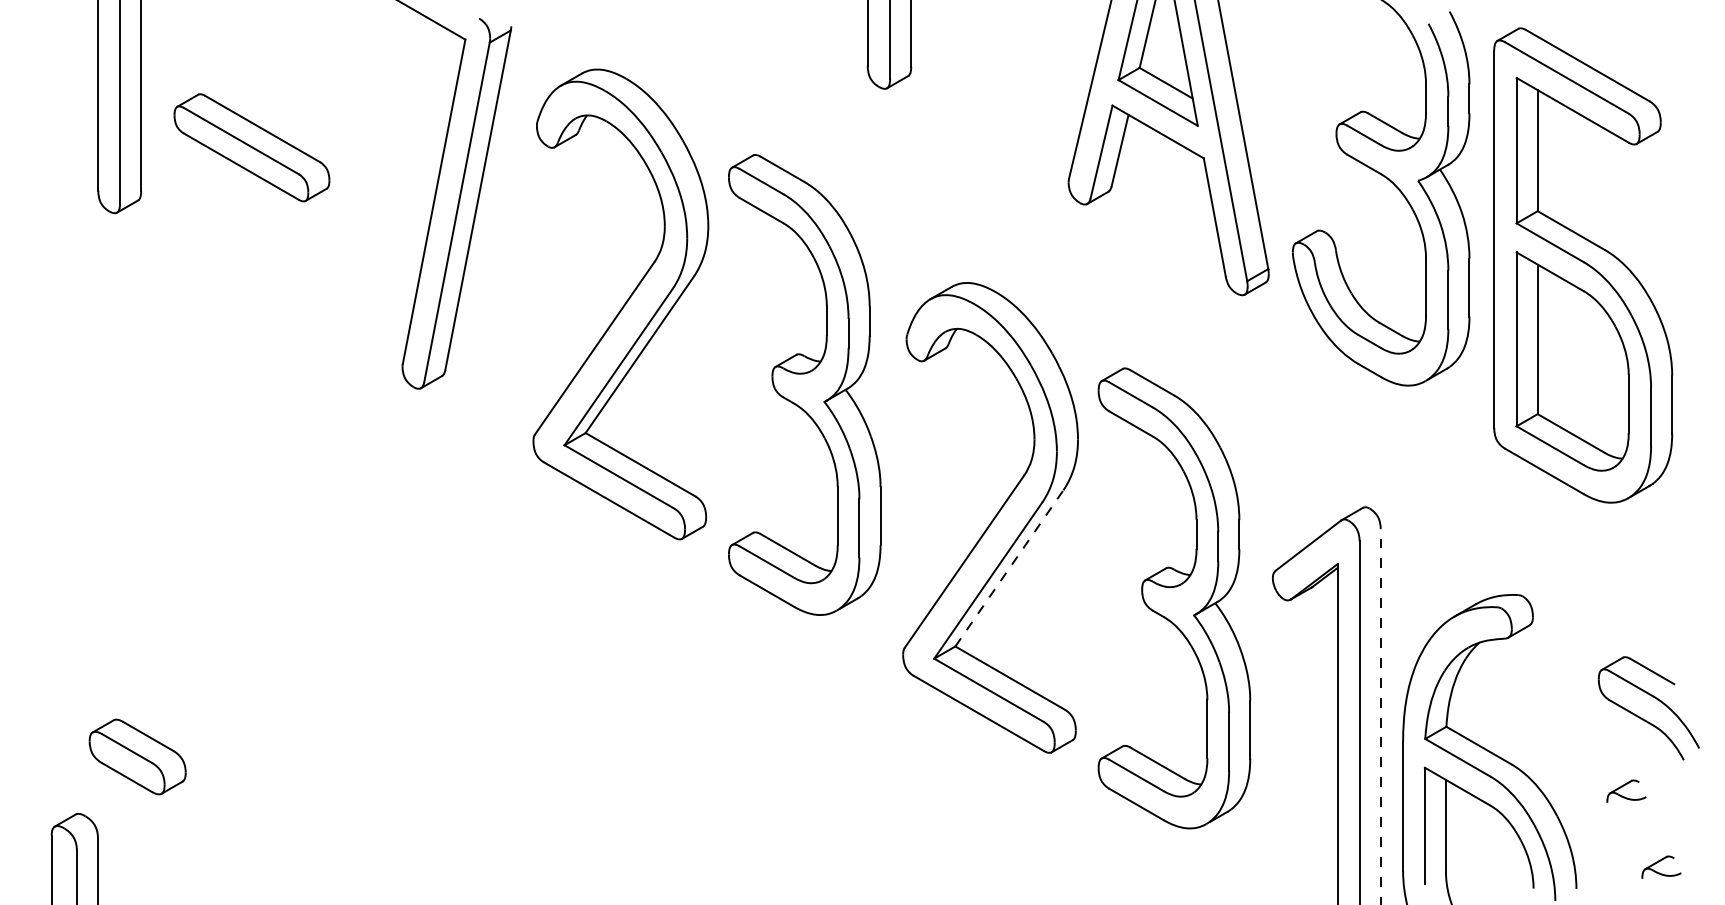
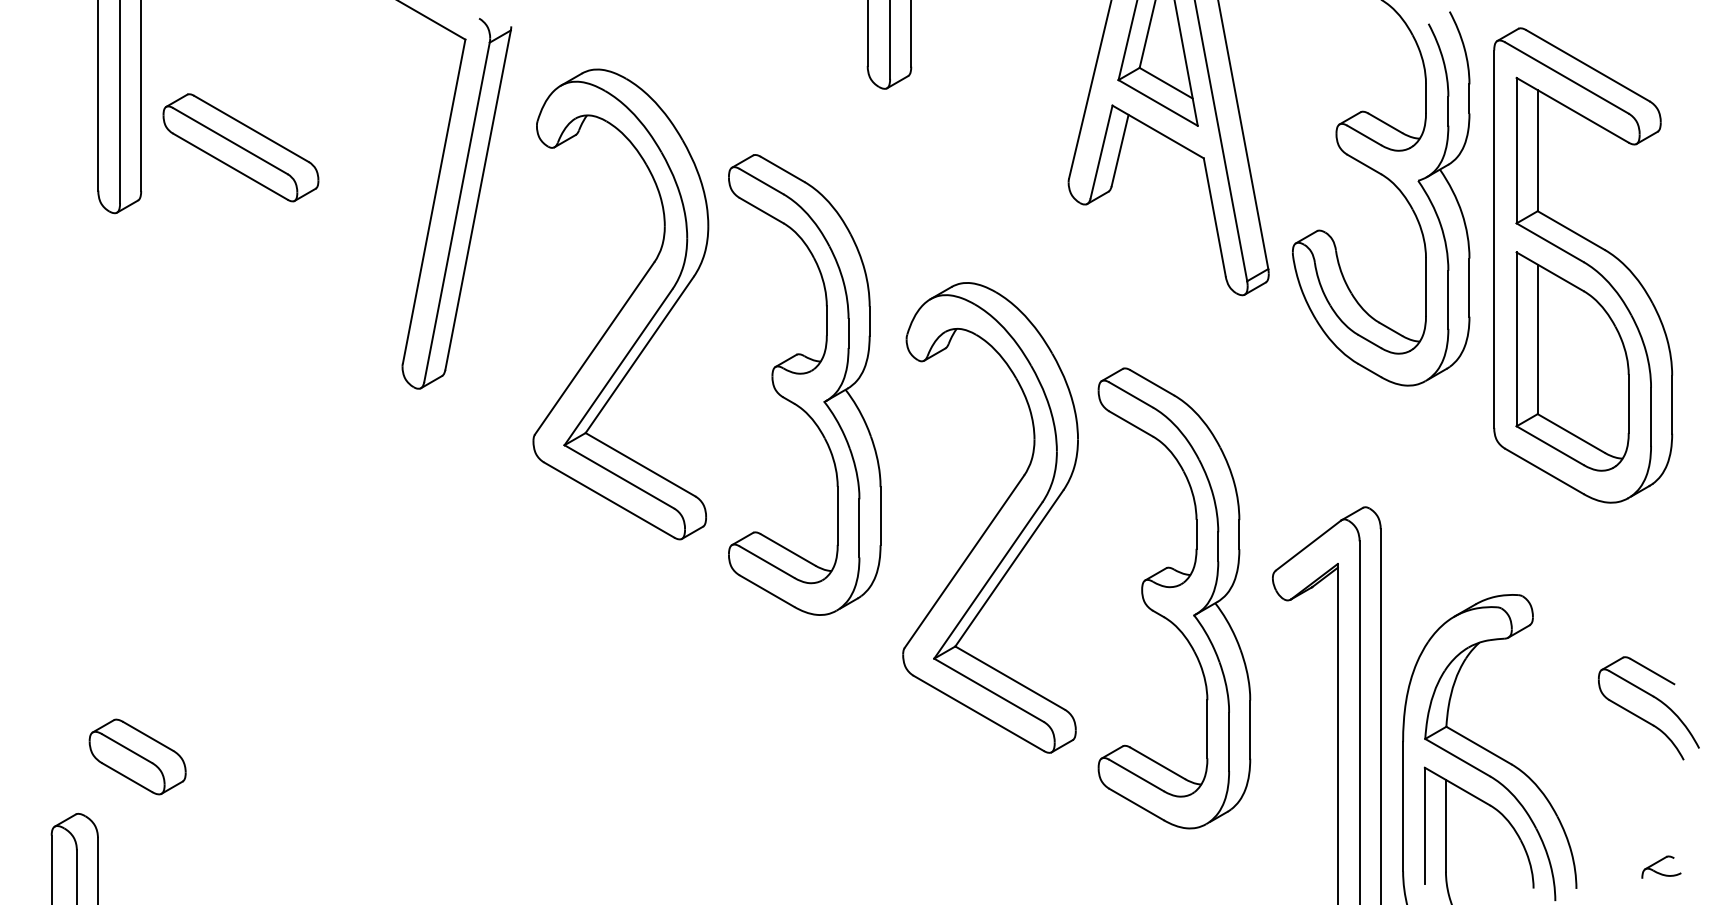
part at (251, 147) position: (251, 147) -> (240, 147)
line at (1009, 568): dashed -> solid
line at (1380, 716): dashed -> solid
part at (1626, 790): present -> none
